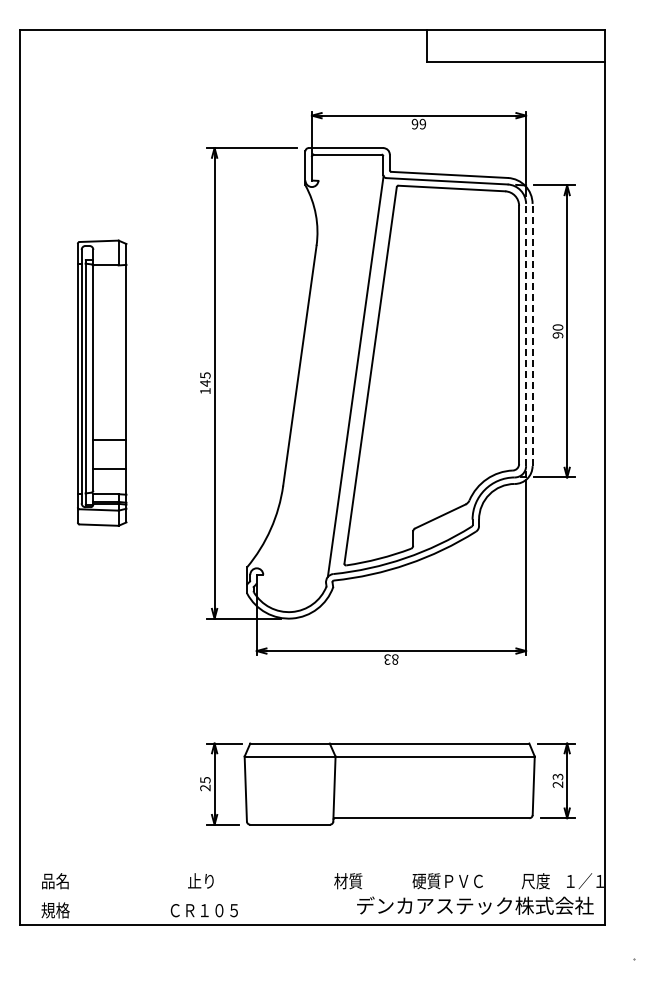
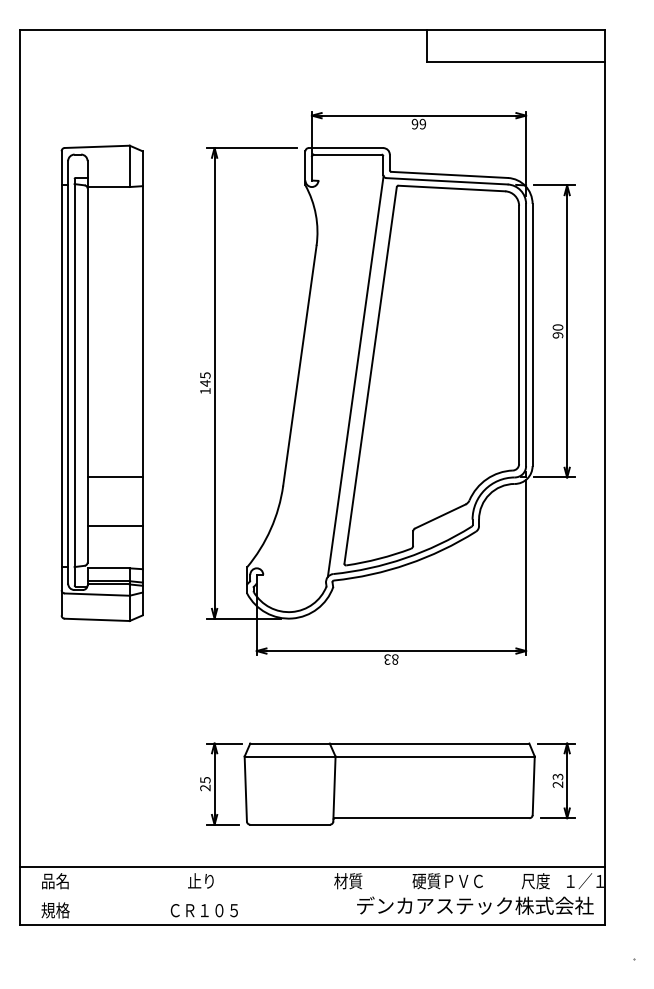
line at (526, 334): dashed -> solid
line at (532, 334): dashed -> solid
part at (102, 382) size: 51x288 px -> 84x478 px
line at (312, 866): none -> present
